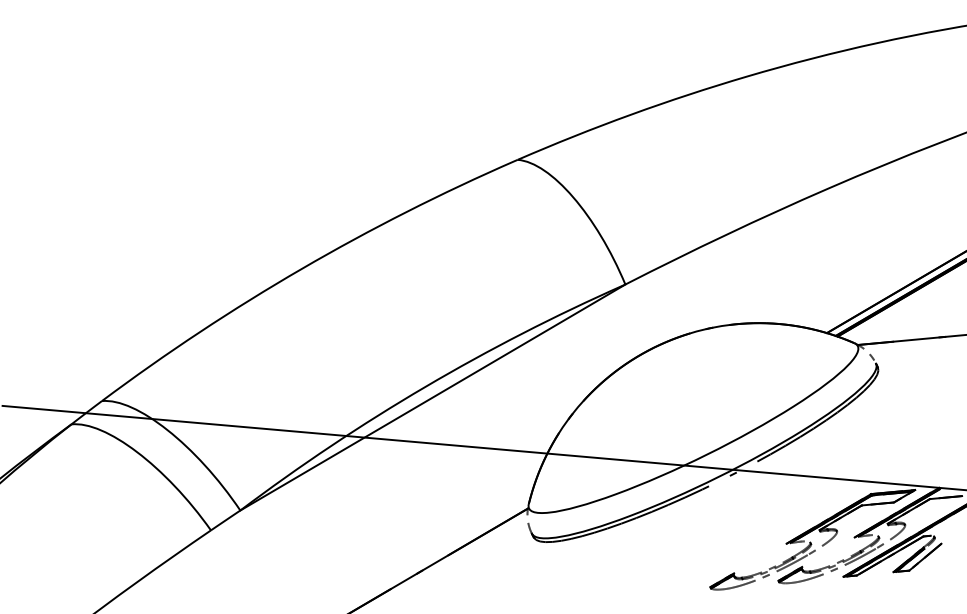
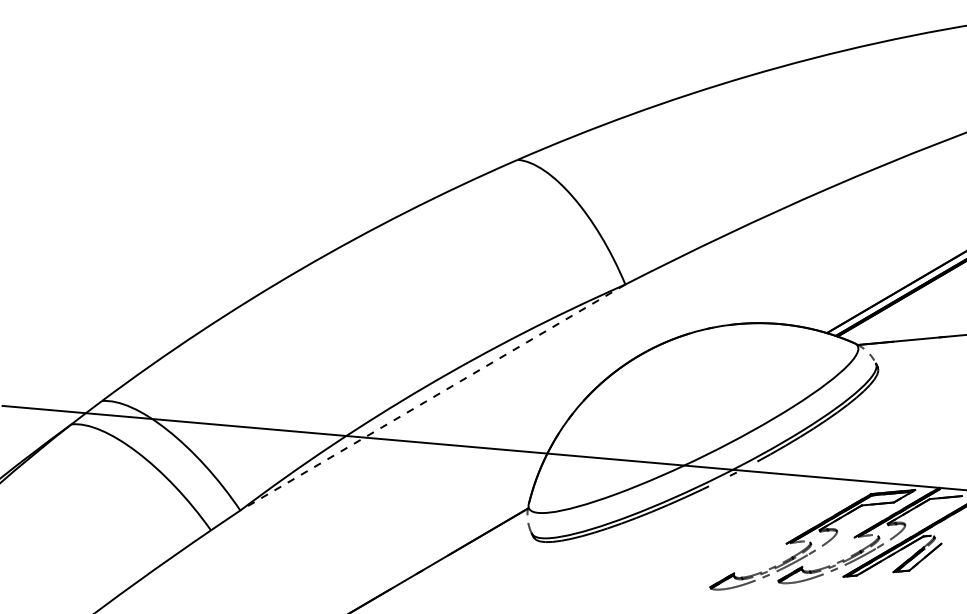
line at (432, 397): solid -> dashed
